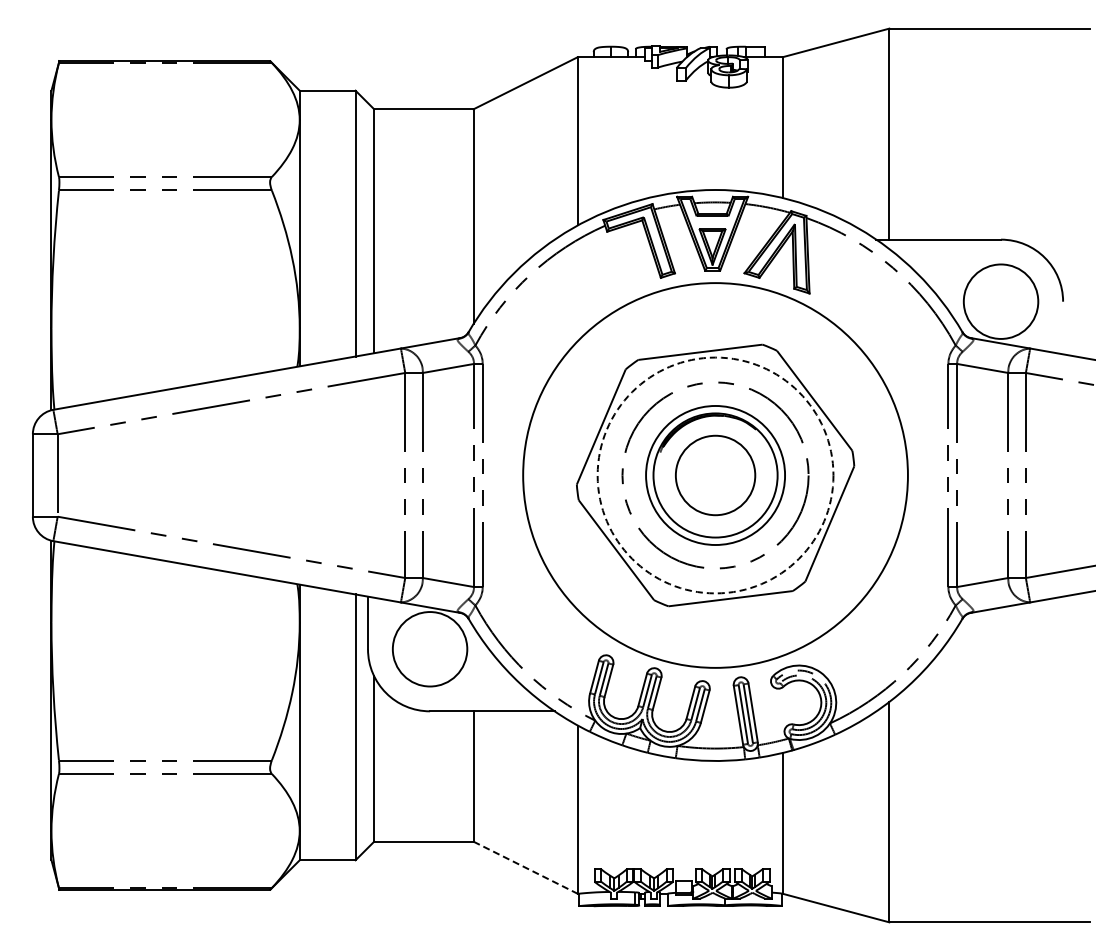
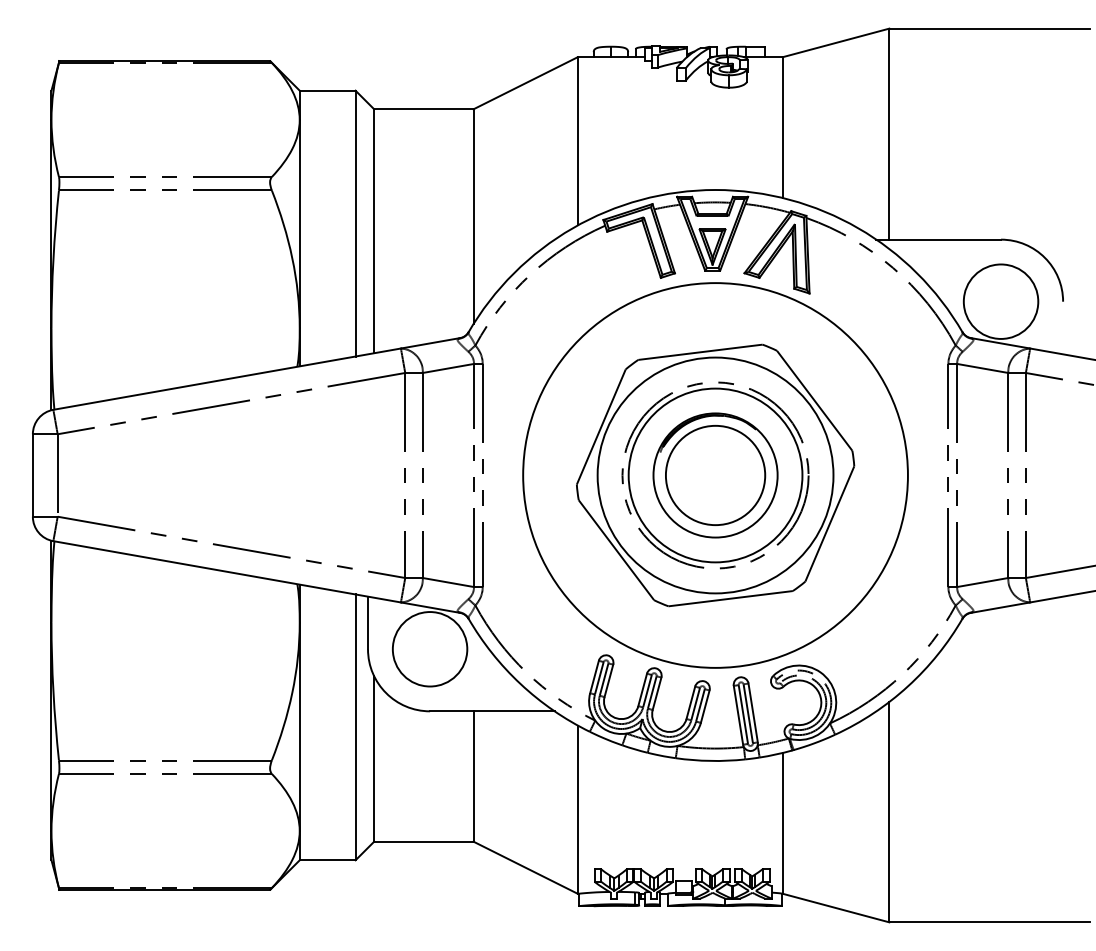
circle at (715, 475) diameter: 139 px -> 174 px
circle at (715, 475) diameter: 79 px -> 99 px
circle at (715, 475): dashed -> solid
line at (526, 867): dashed -> solid
